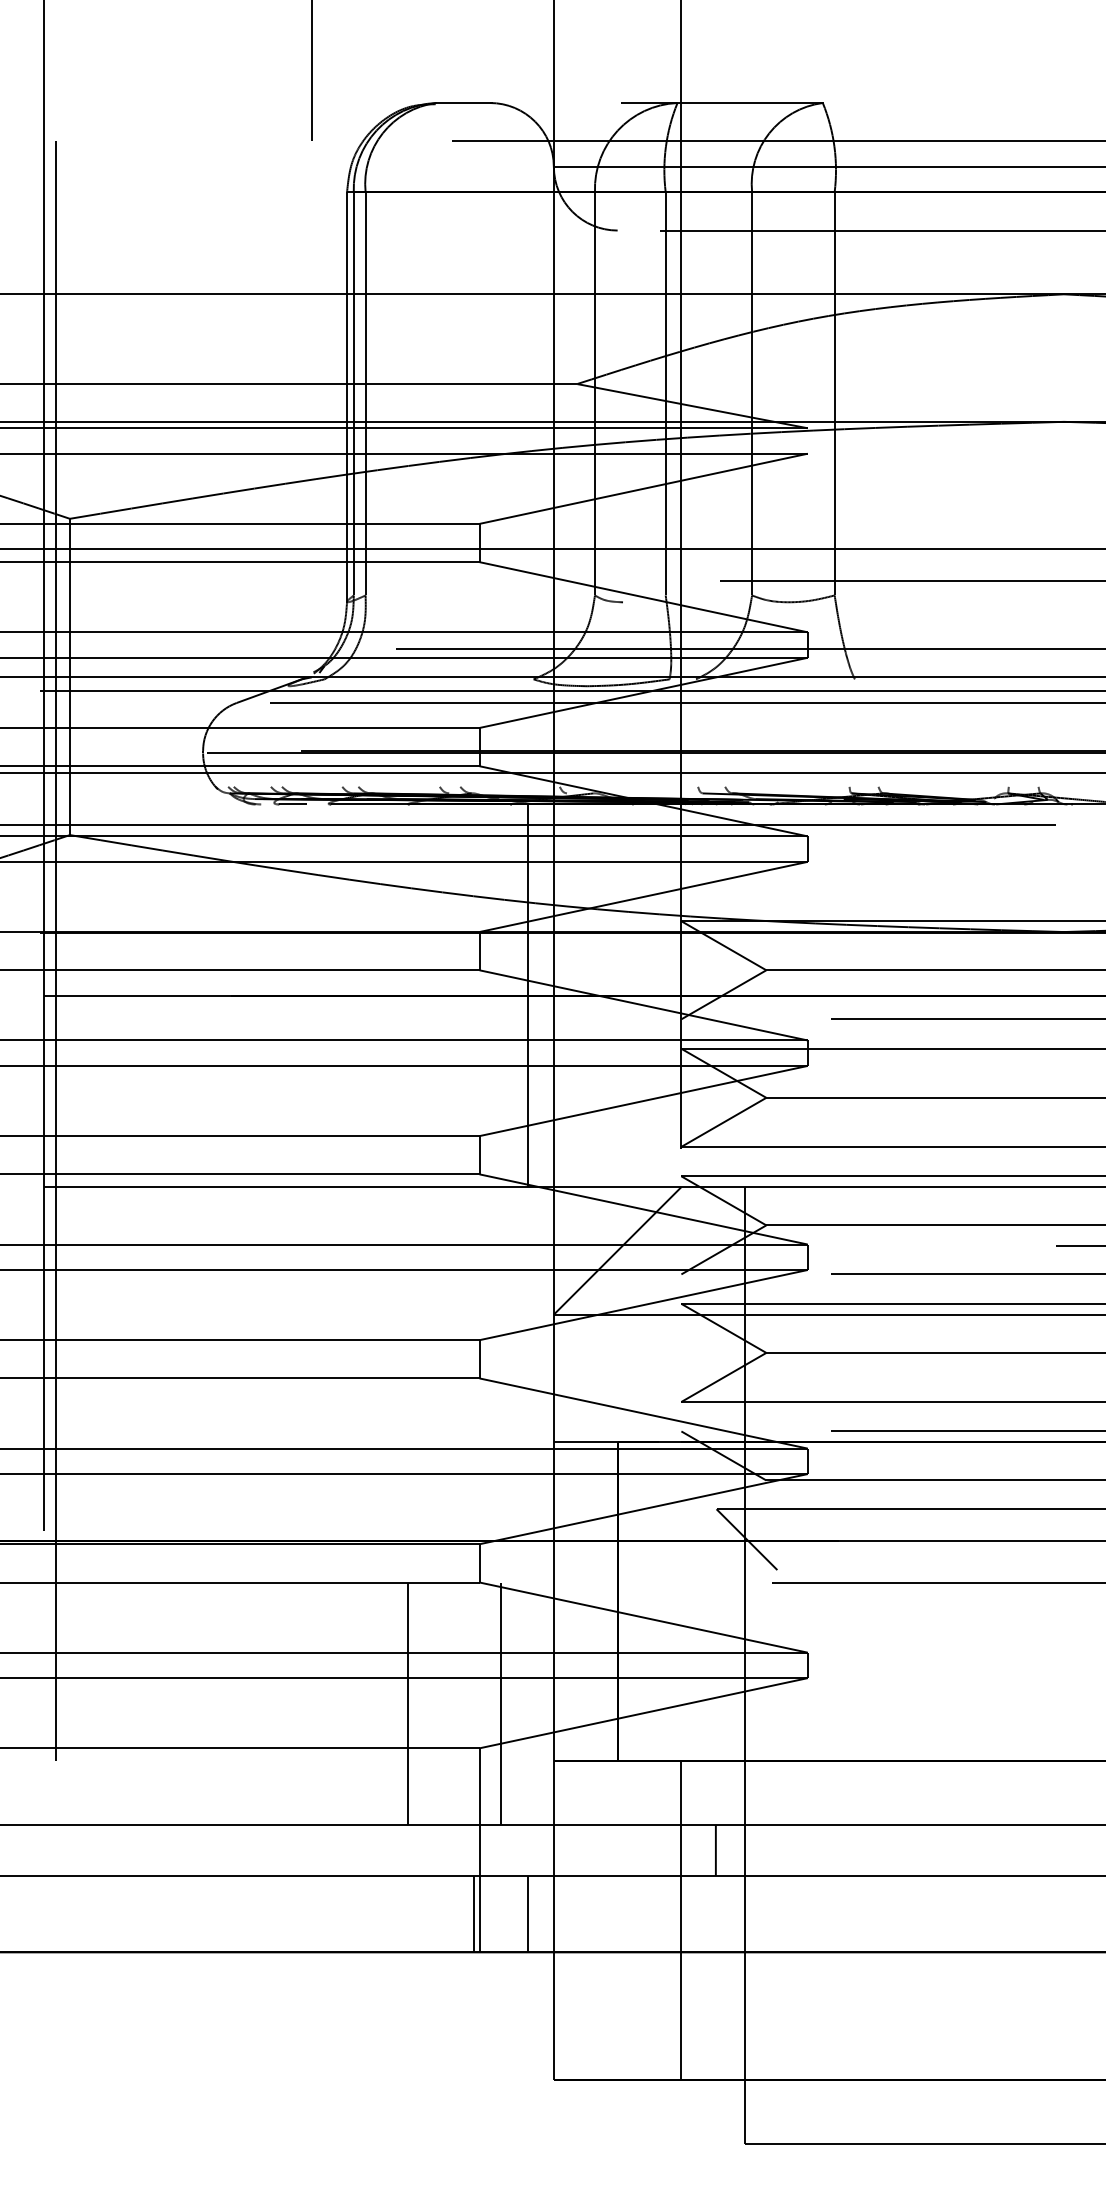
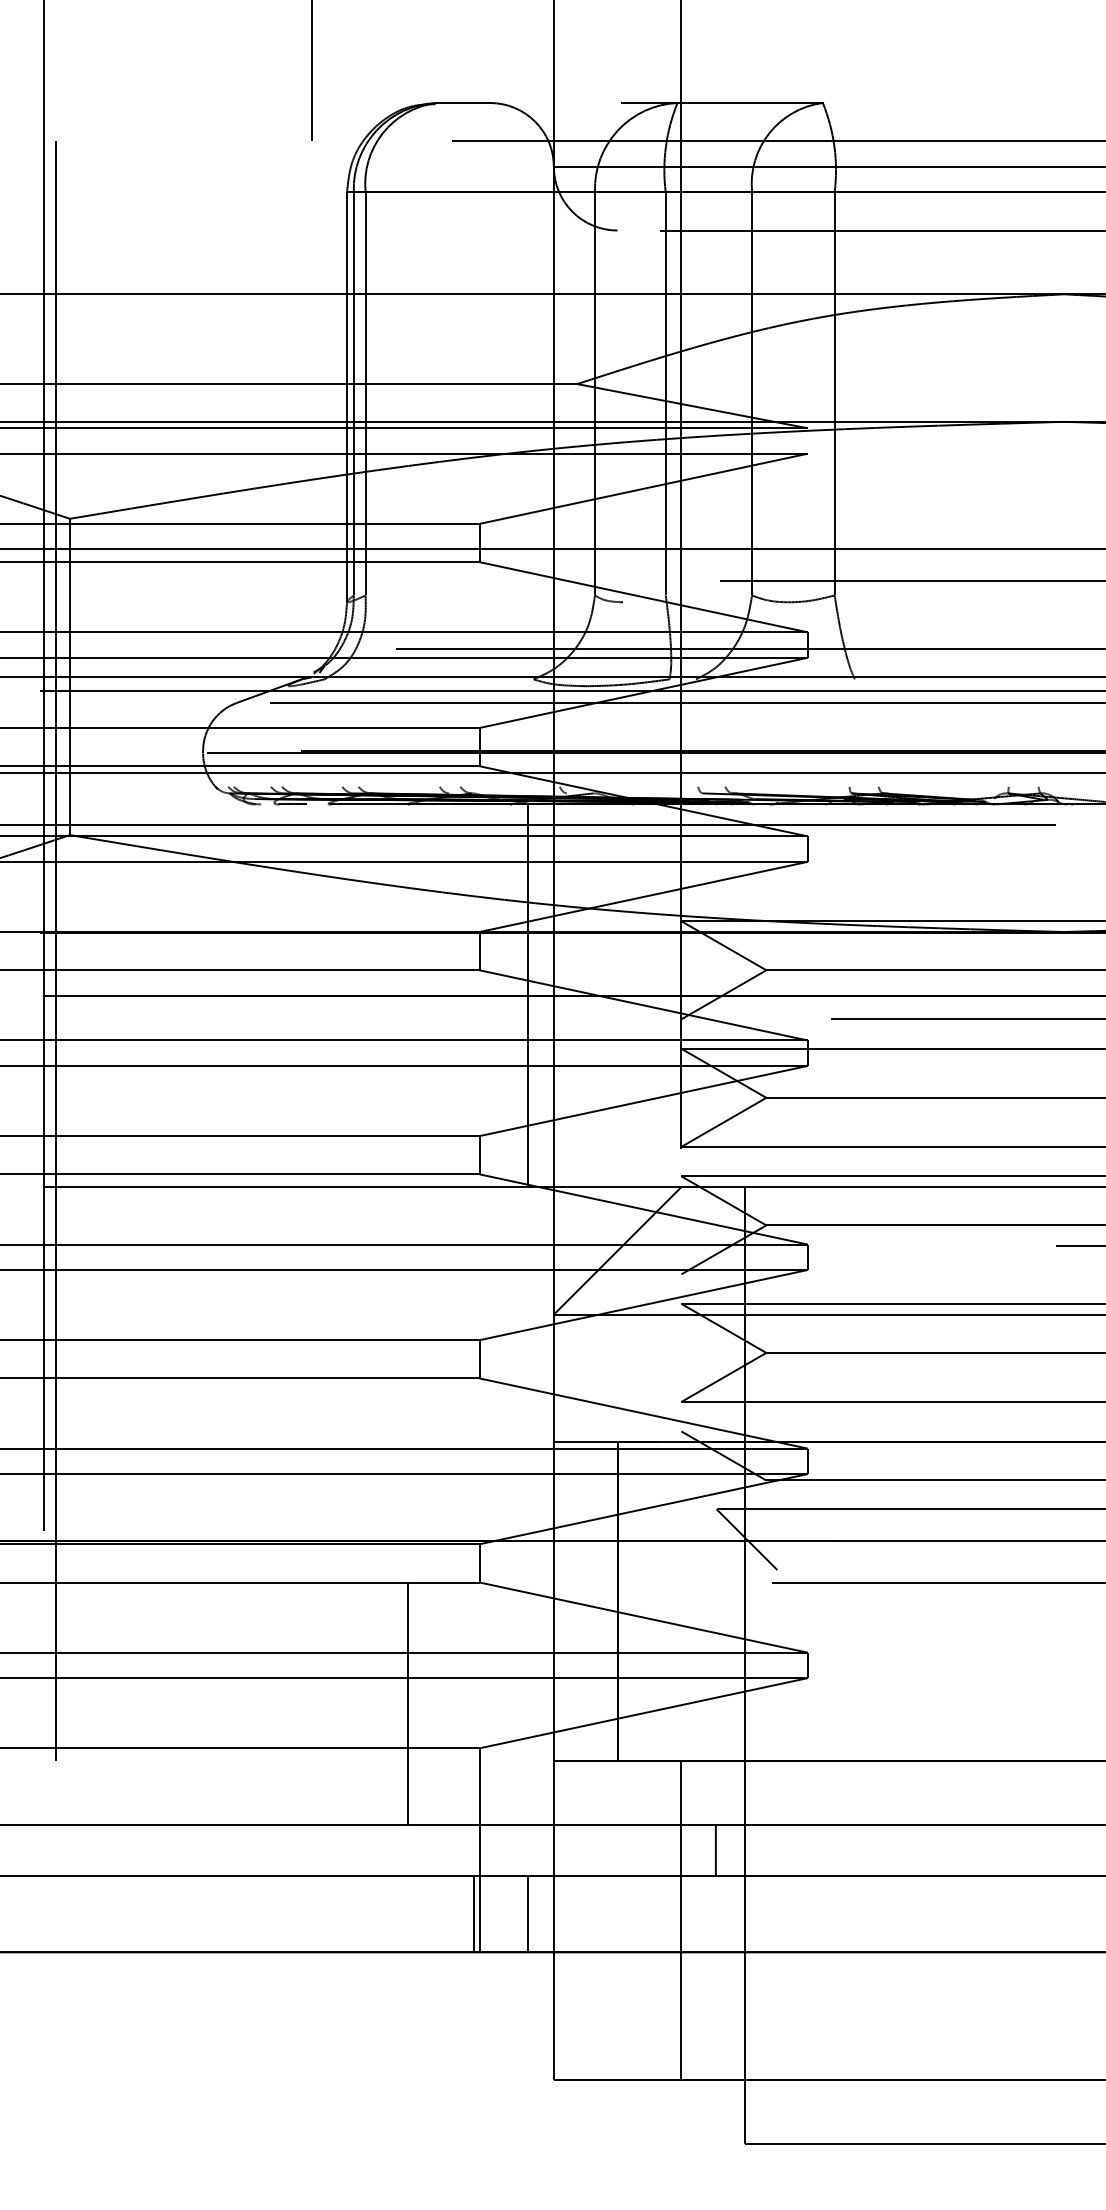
line at (966, 1274): present -> none
line at (966, 1431): present -> none
line at (500, 1703): present -> none
